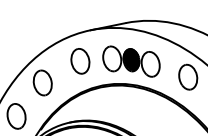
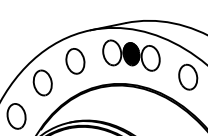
part at (80, 61) position: (80, 61) -> (75, 61)
part at (131, 61) position: (131, 61) -> (131, 55)
